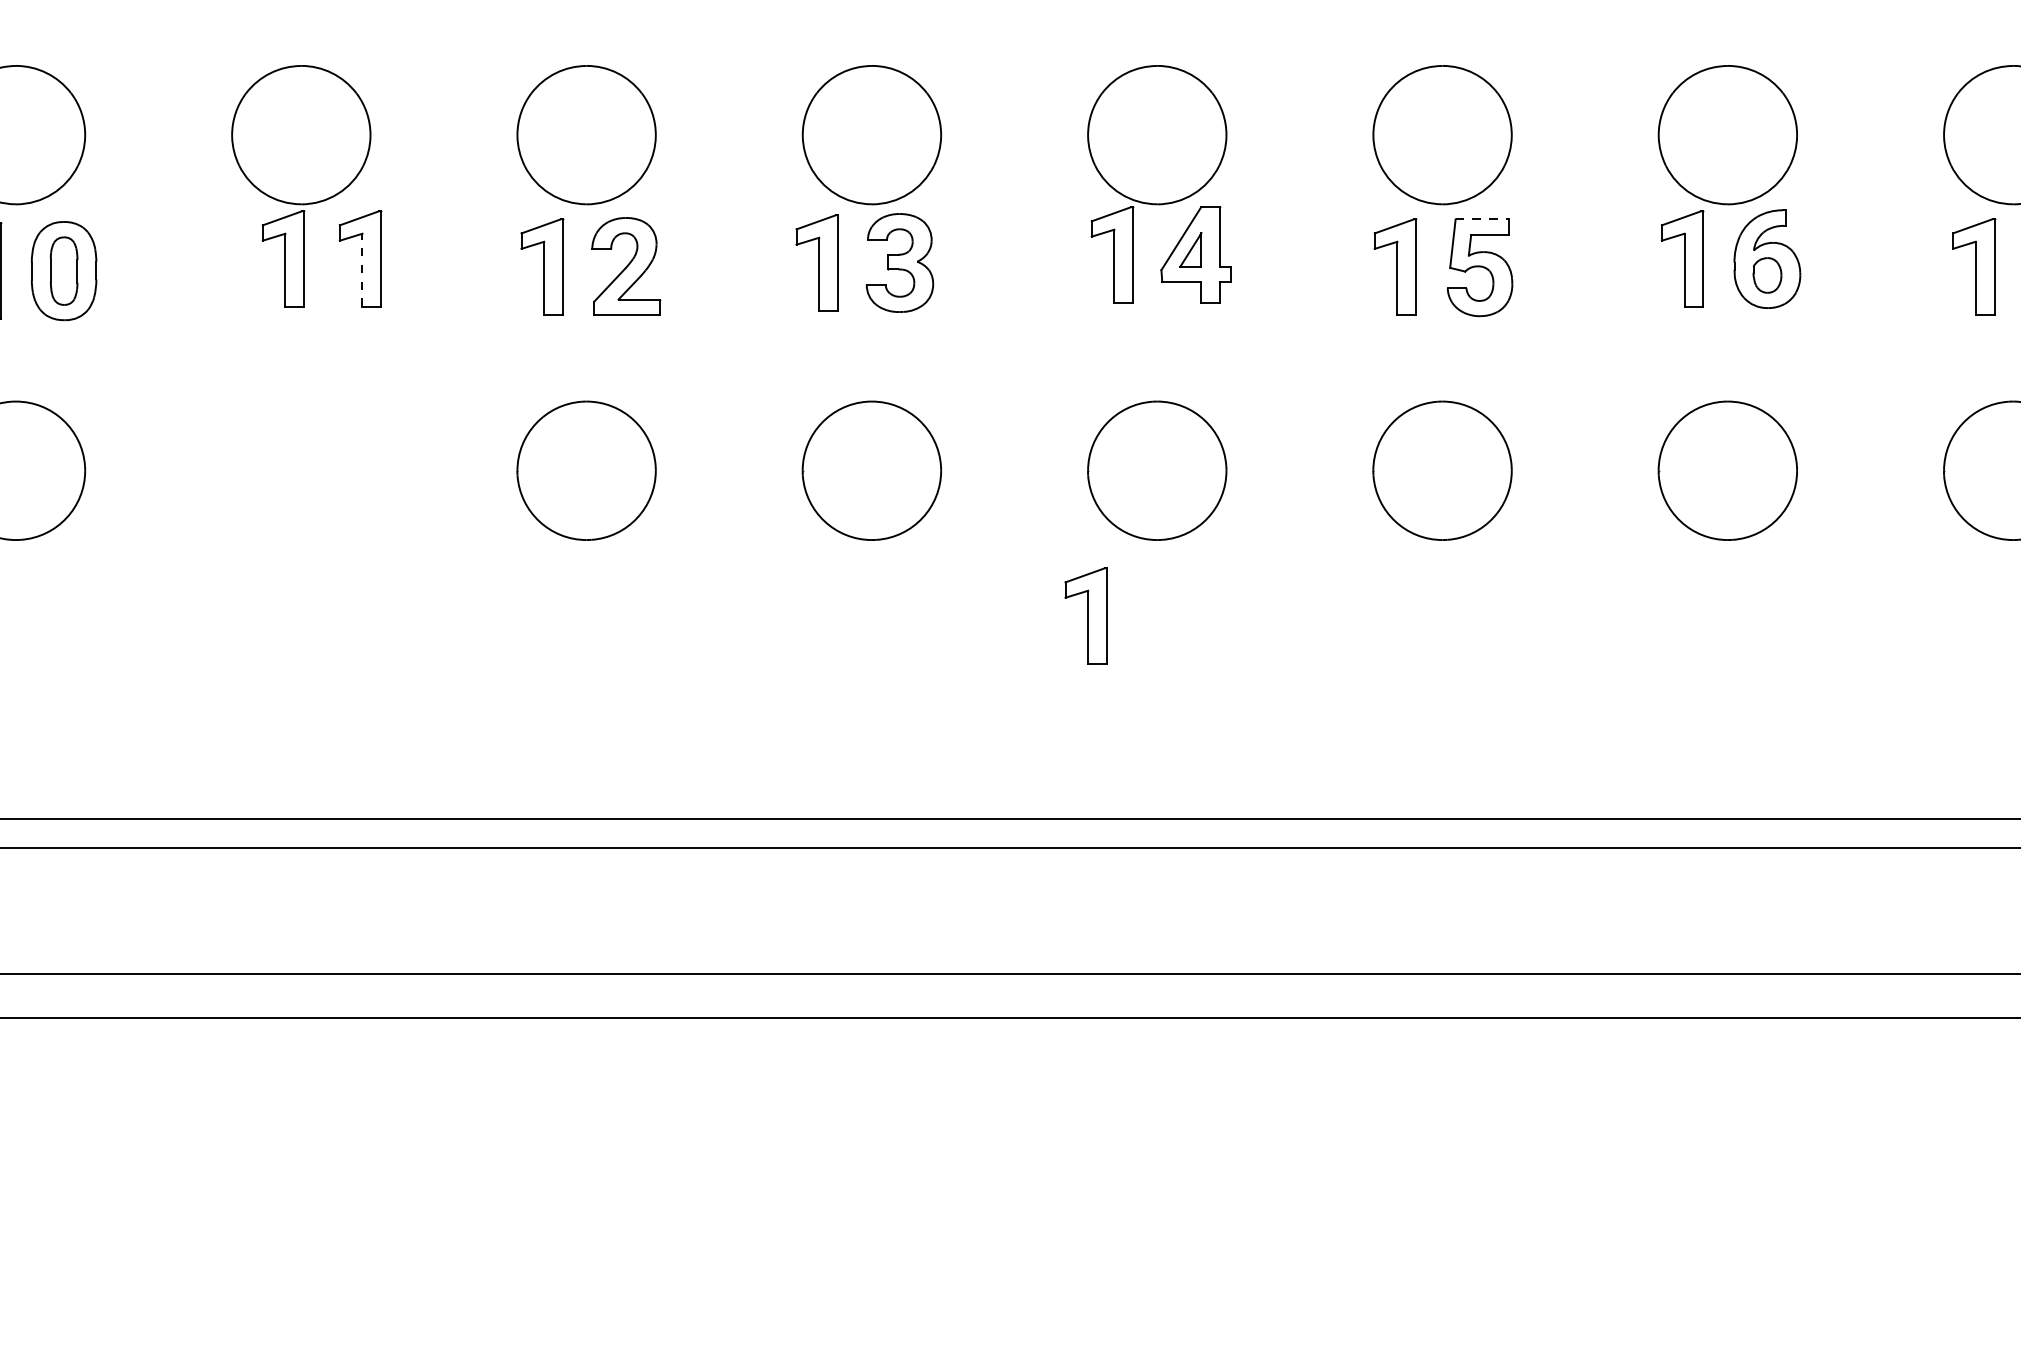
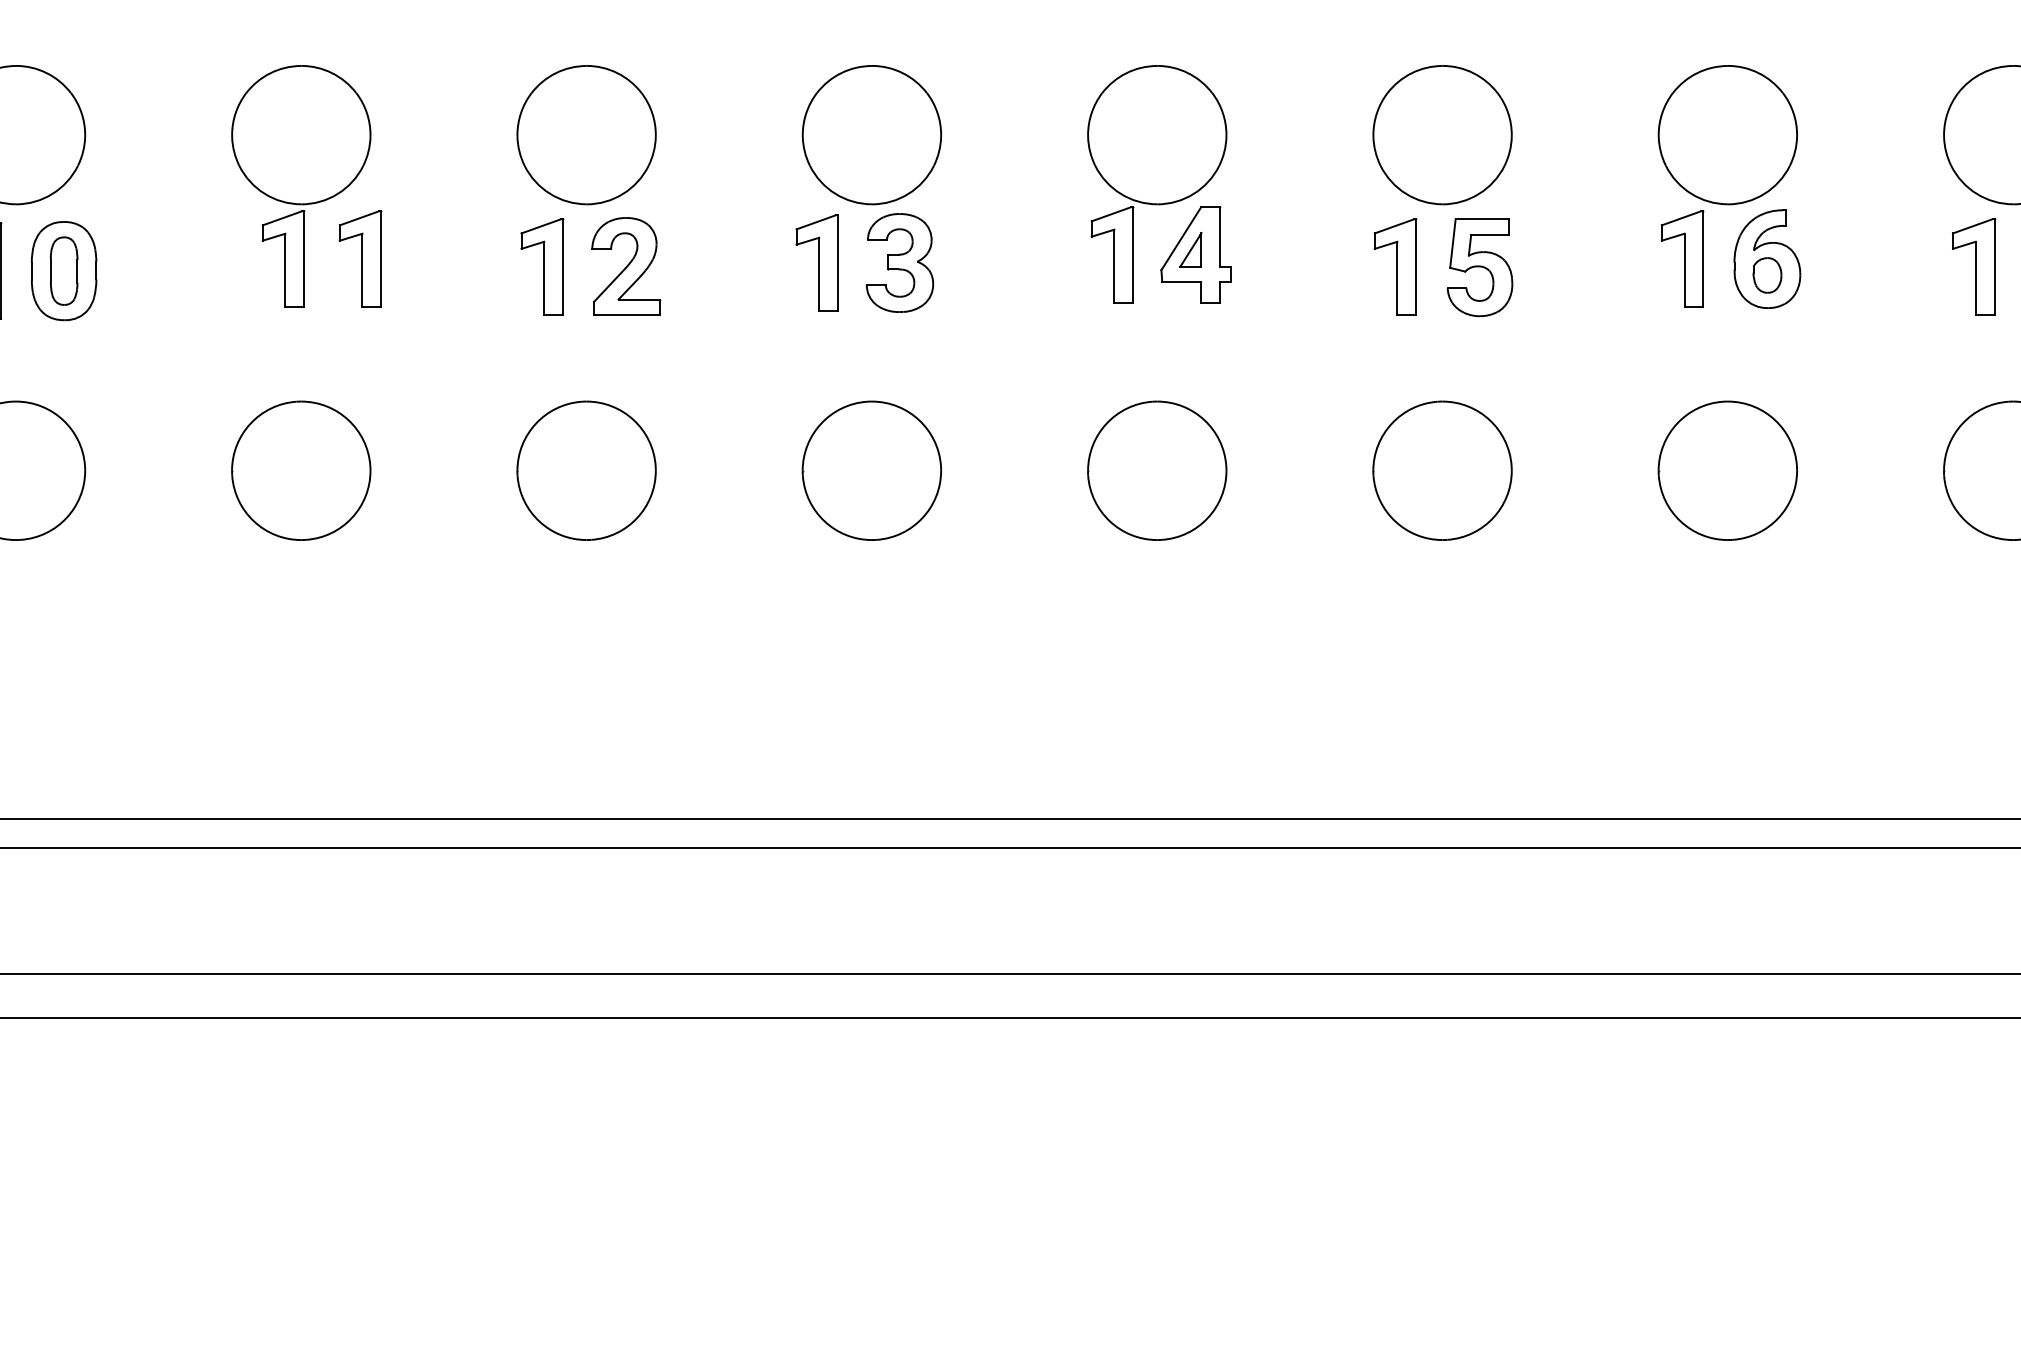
line at (1482, 219): dashed -> solid
line at (362, 270): dashed -> solid
part at (301, 470): none -> present
part at (1085, 615): present -> none
